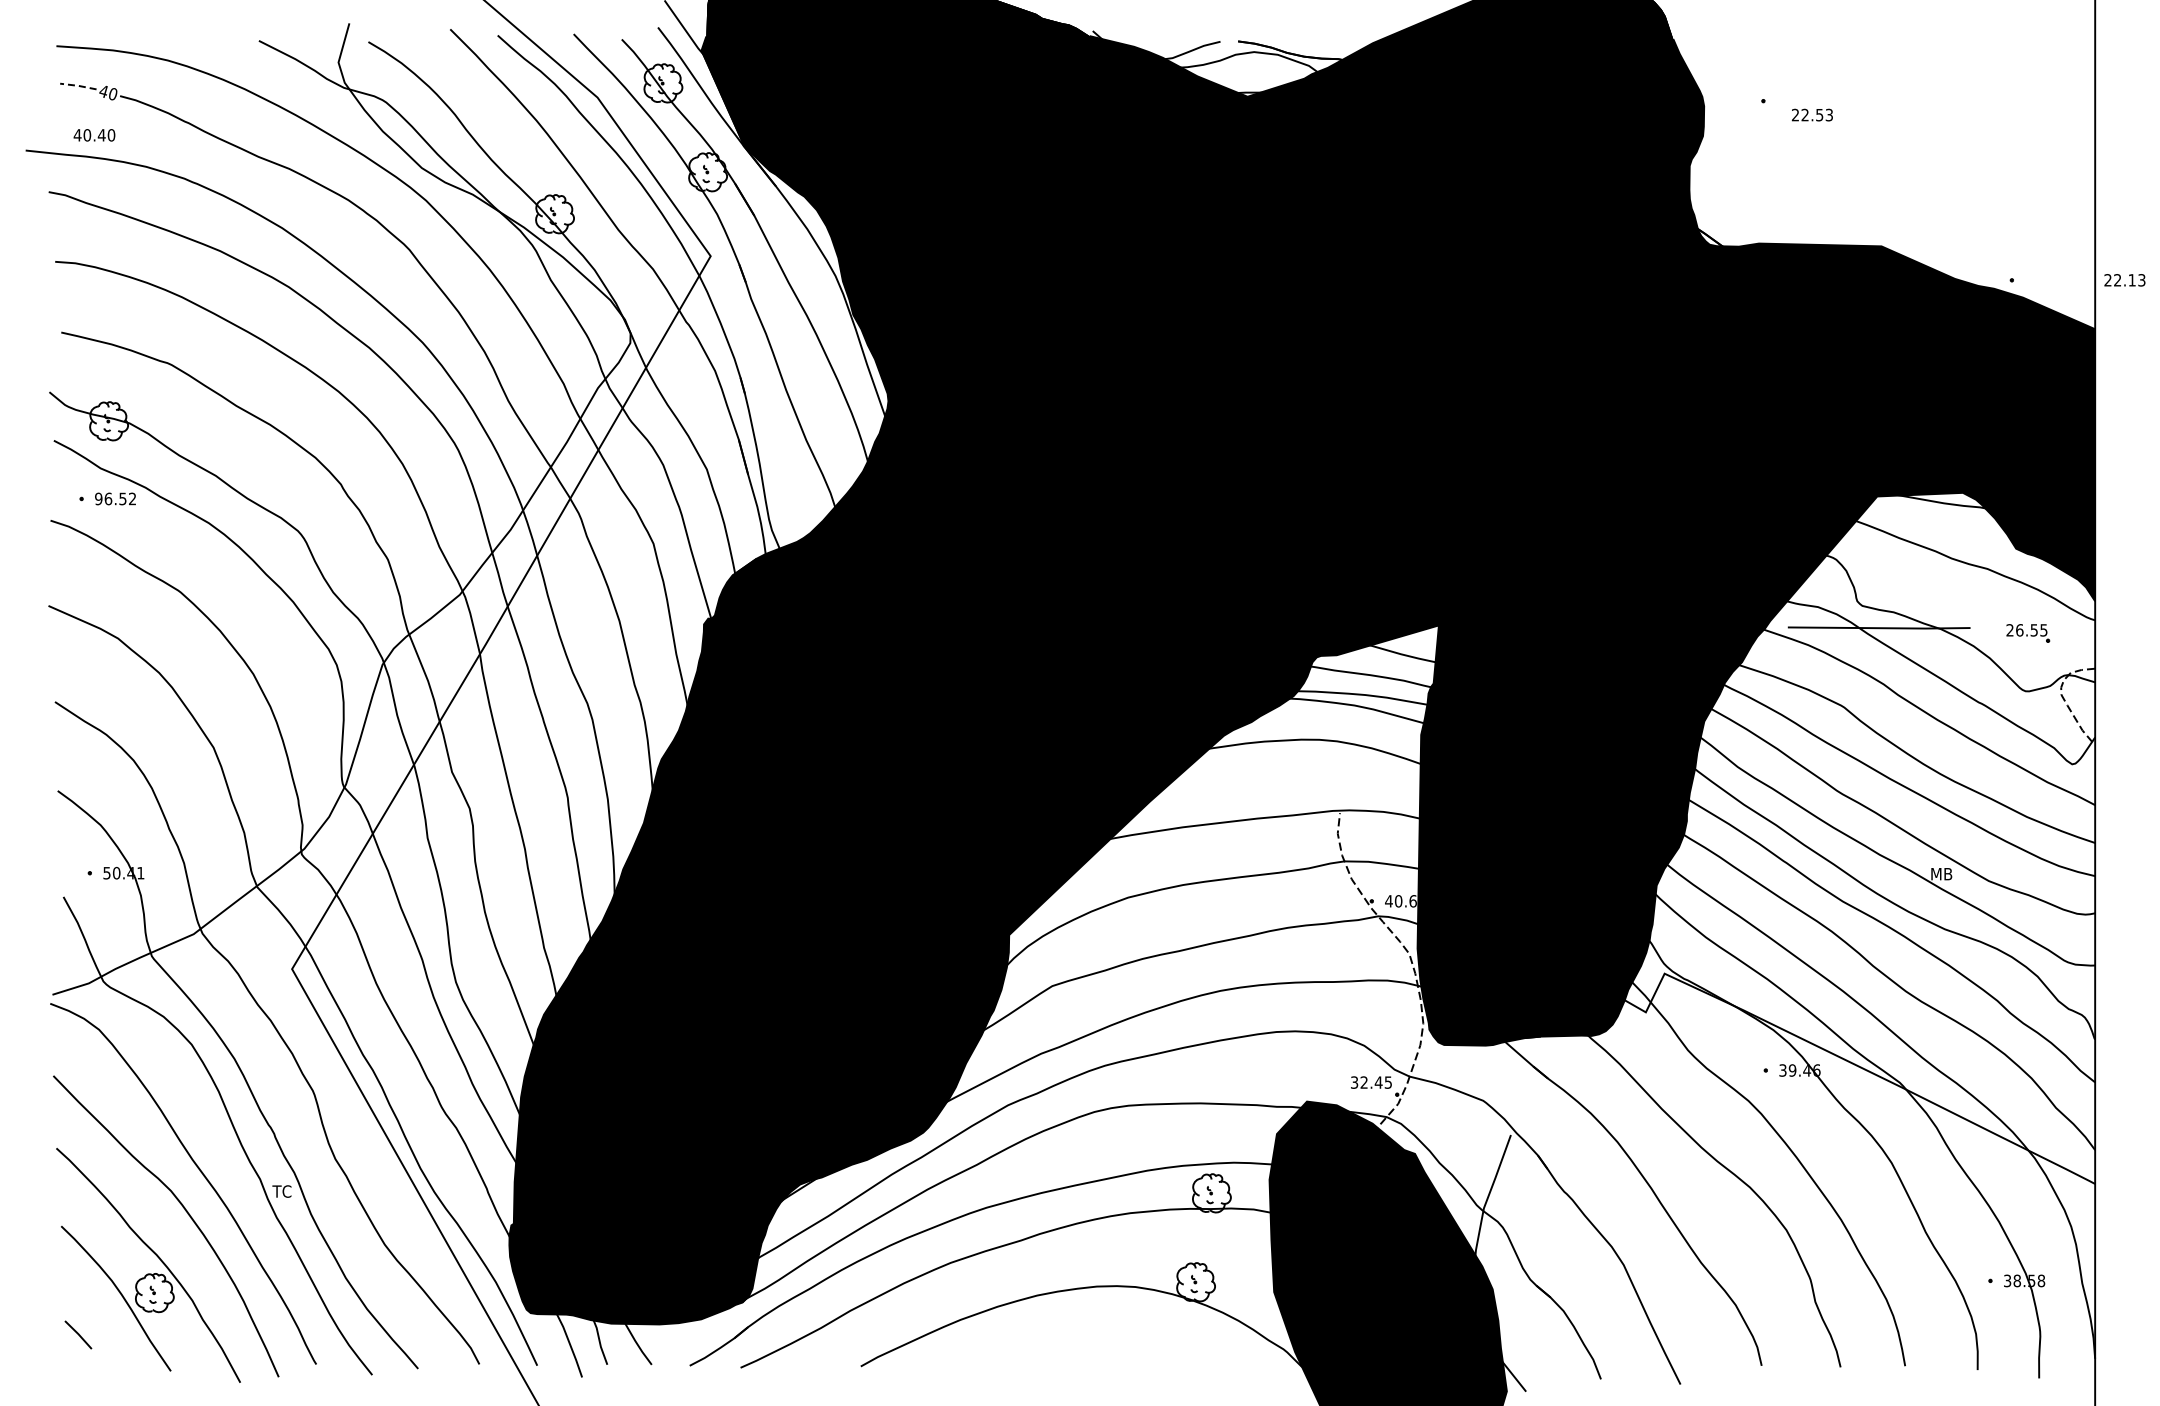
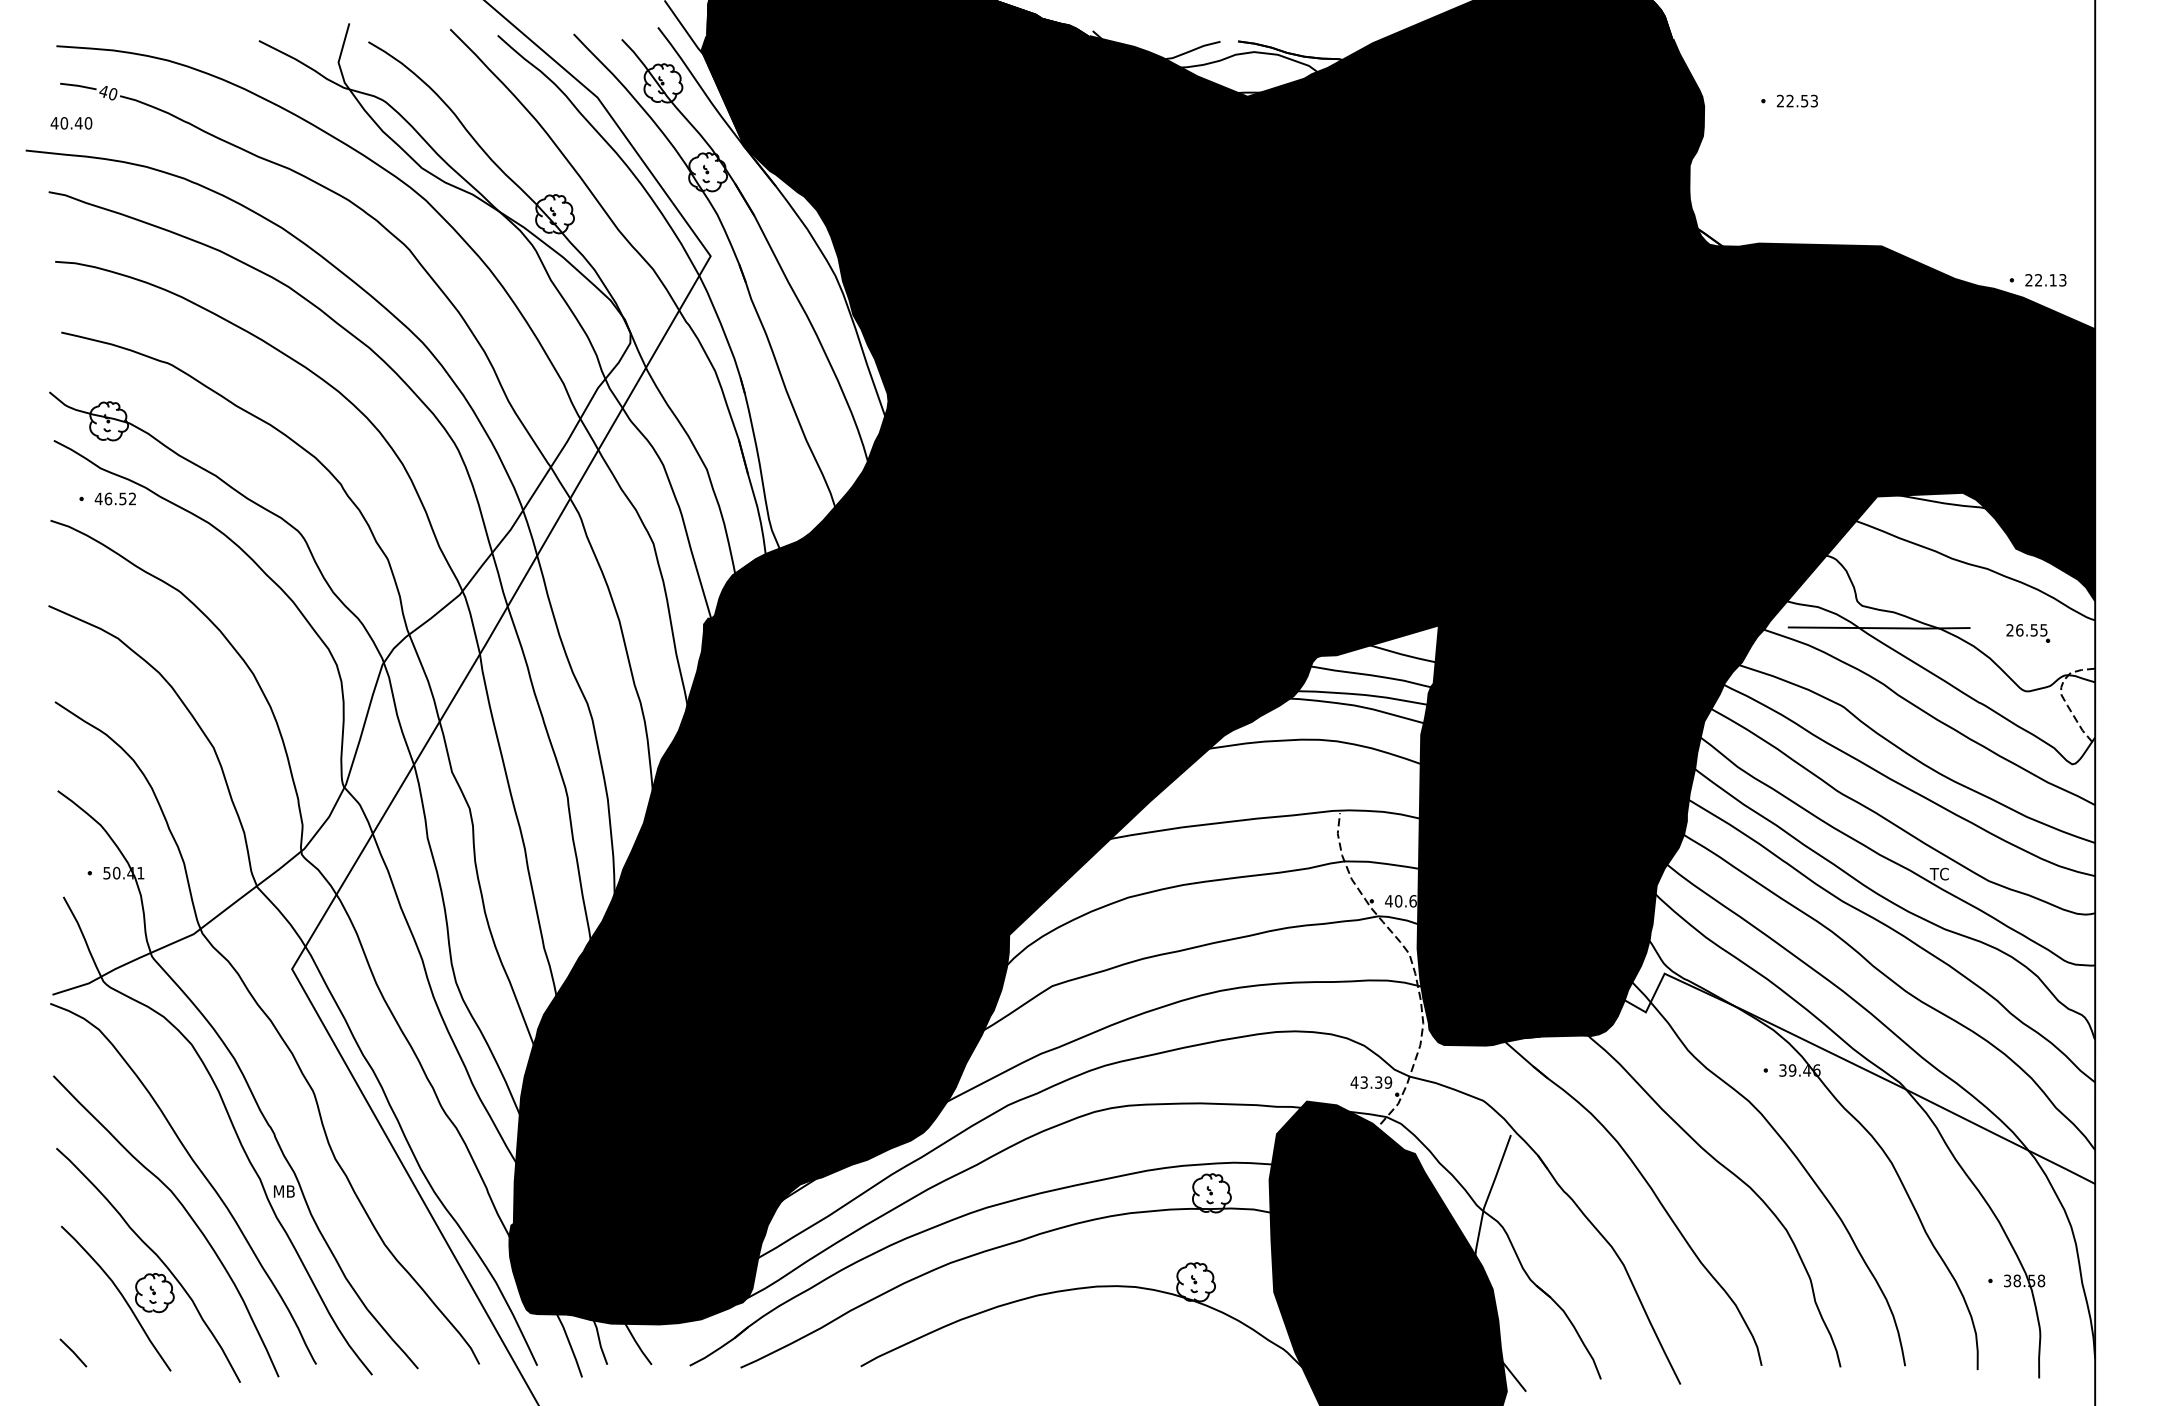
line at (78, 85): dashed -> solid
text at (1811, 114) position: (1811, 114) -> (1796, 100)
text at (94, 135) position: (94, 135) -> (71, 123)
text at (2124, 280) position: (2124, 280) -> (2045, 280)
text at (98, 498): 96.52 -> 46.52
text at (1940, 873): MB -> TC
text at (1371, 1082): 32.45 -> 43.39
text at (283, 1191): TC -> MB
line at (78, 1334) position: (78, 1334) -> (73, 1352)
